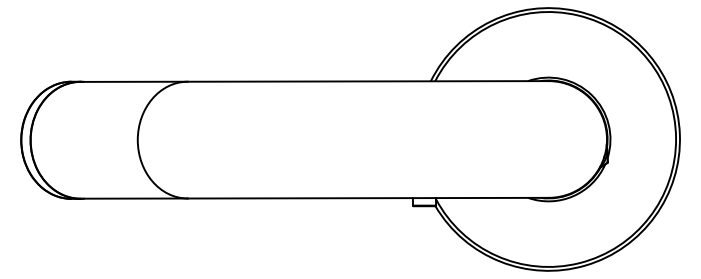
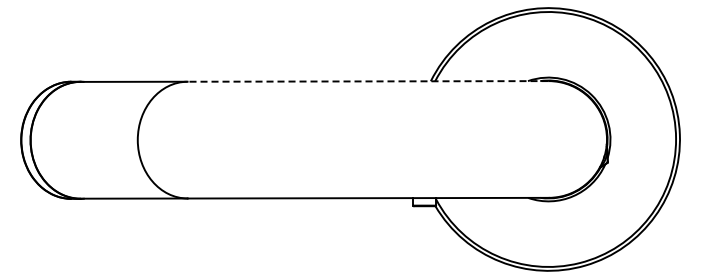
line at (367, 81): solid -> dashed
